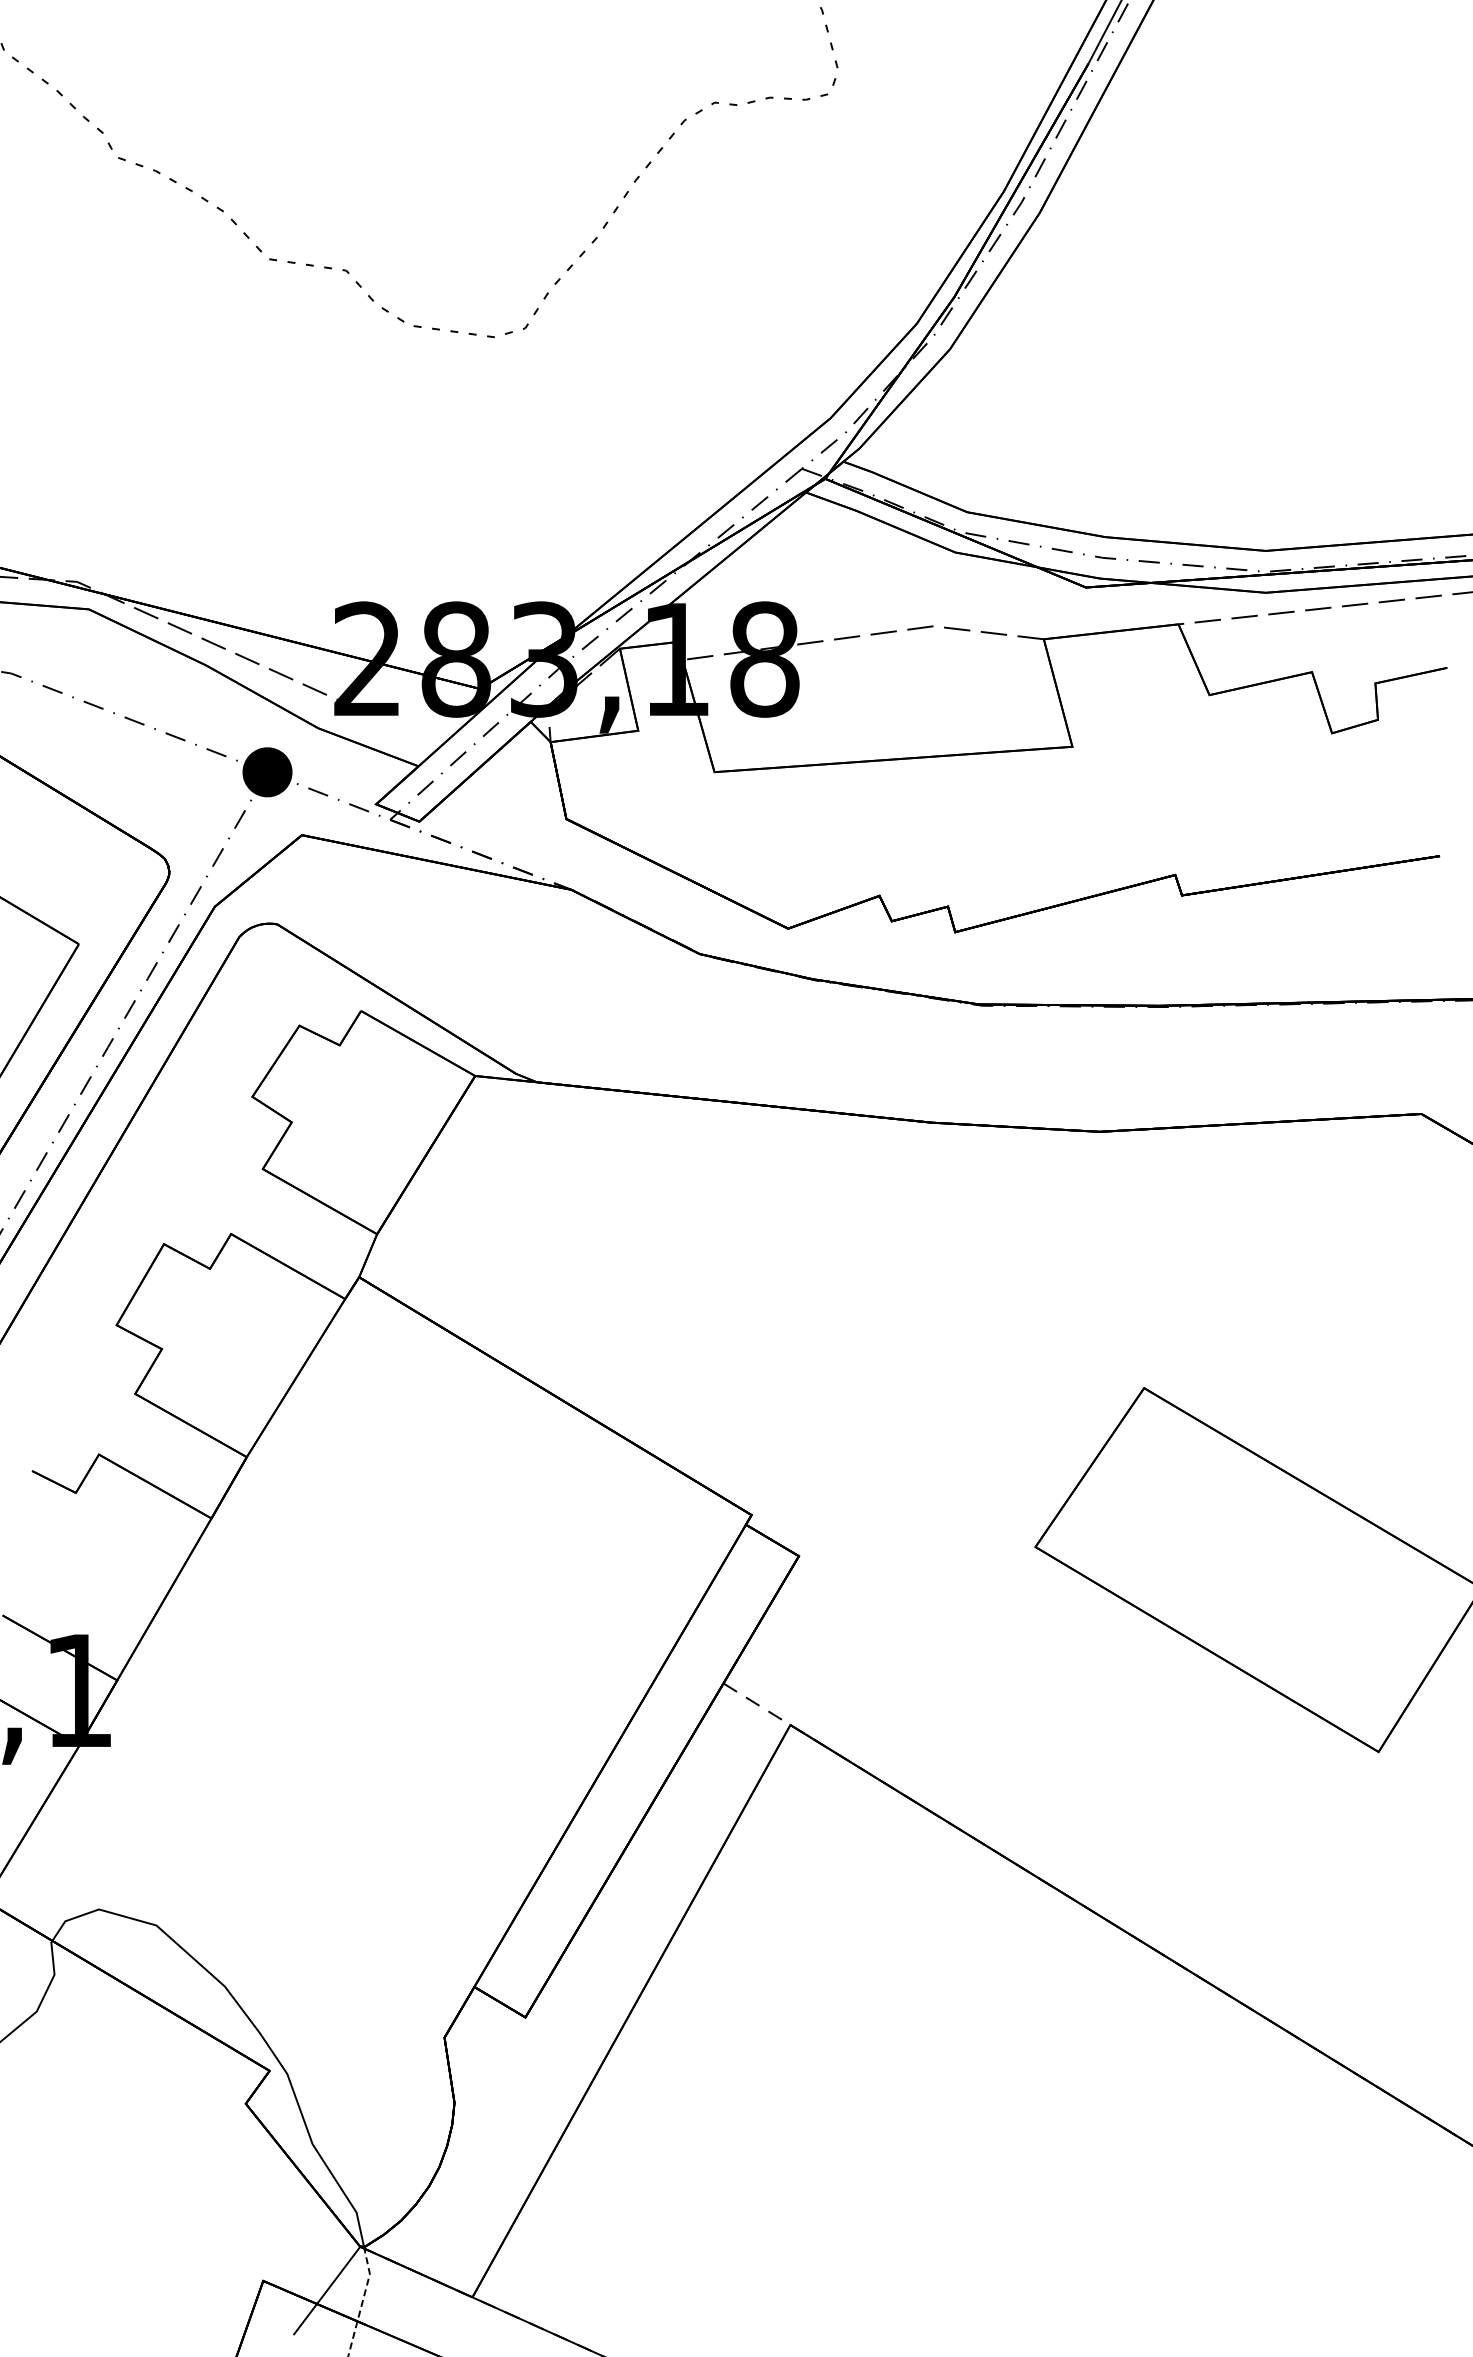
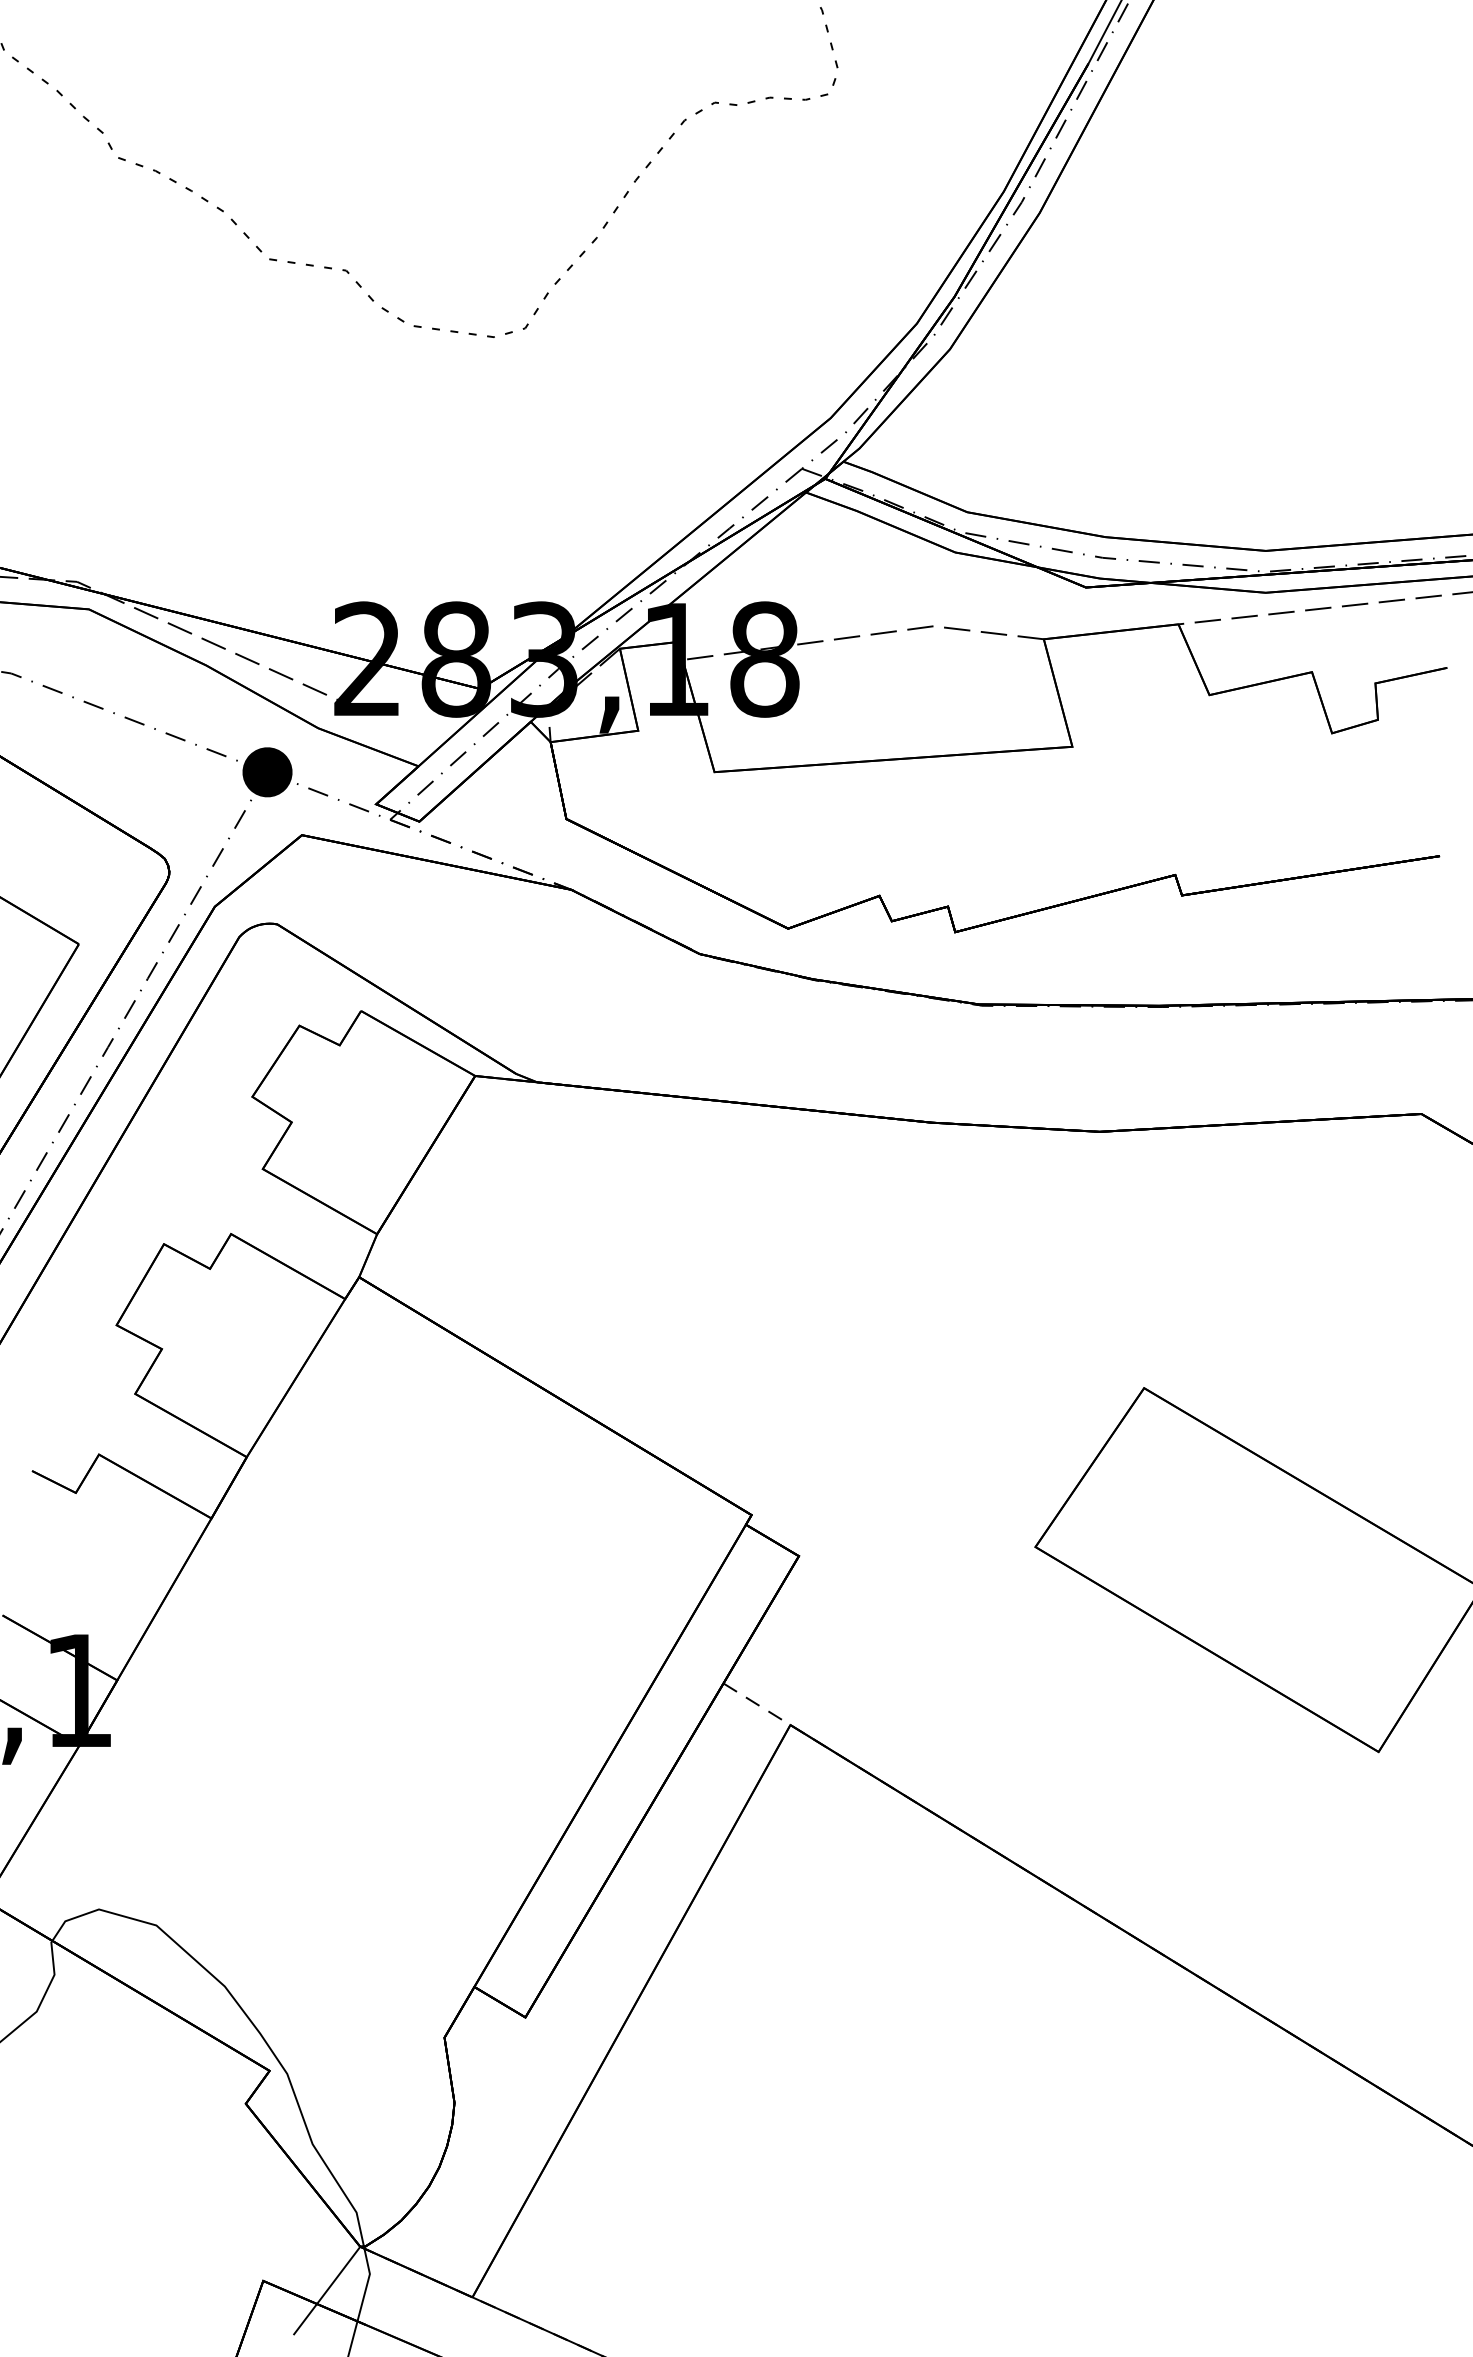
line at (362, 2300): dashed -> solid
